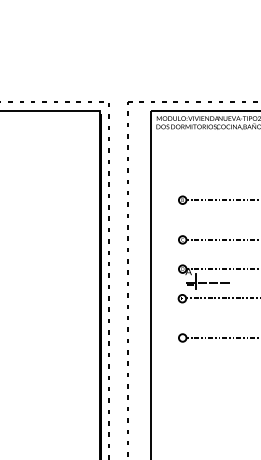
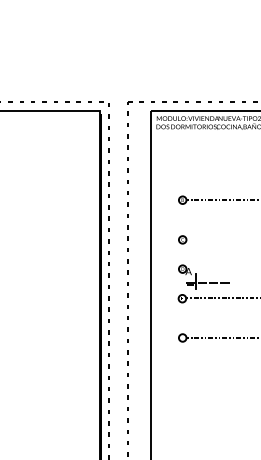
line at (221, 239): present -> none
line at (221, 268): present -> none
